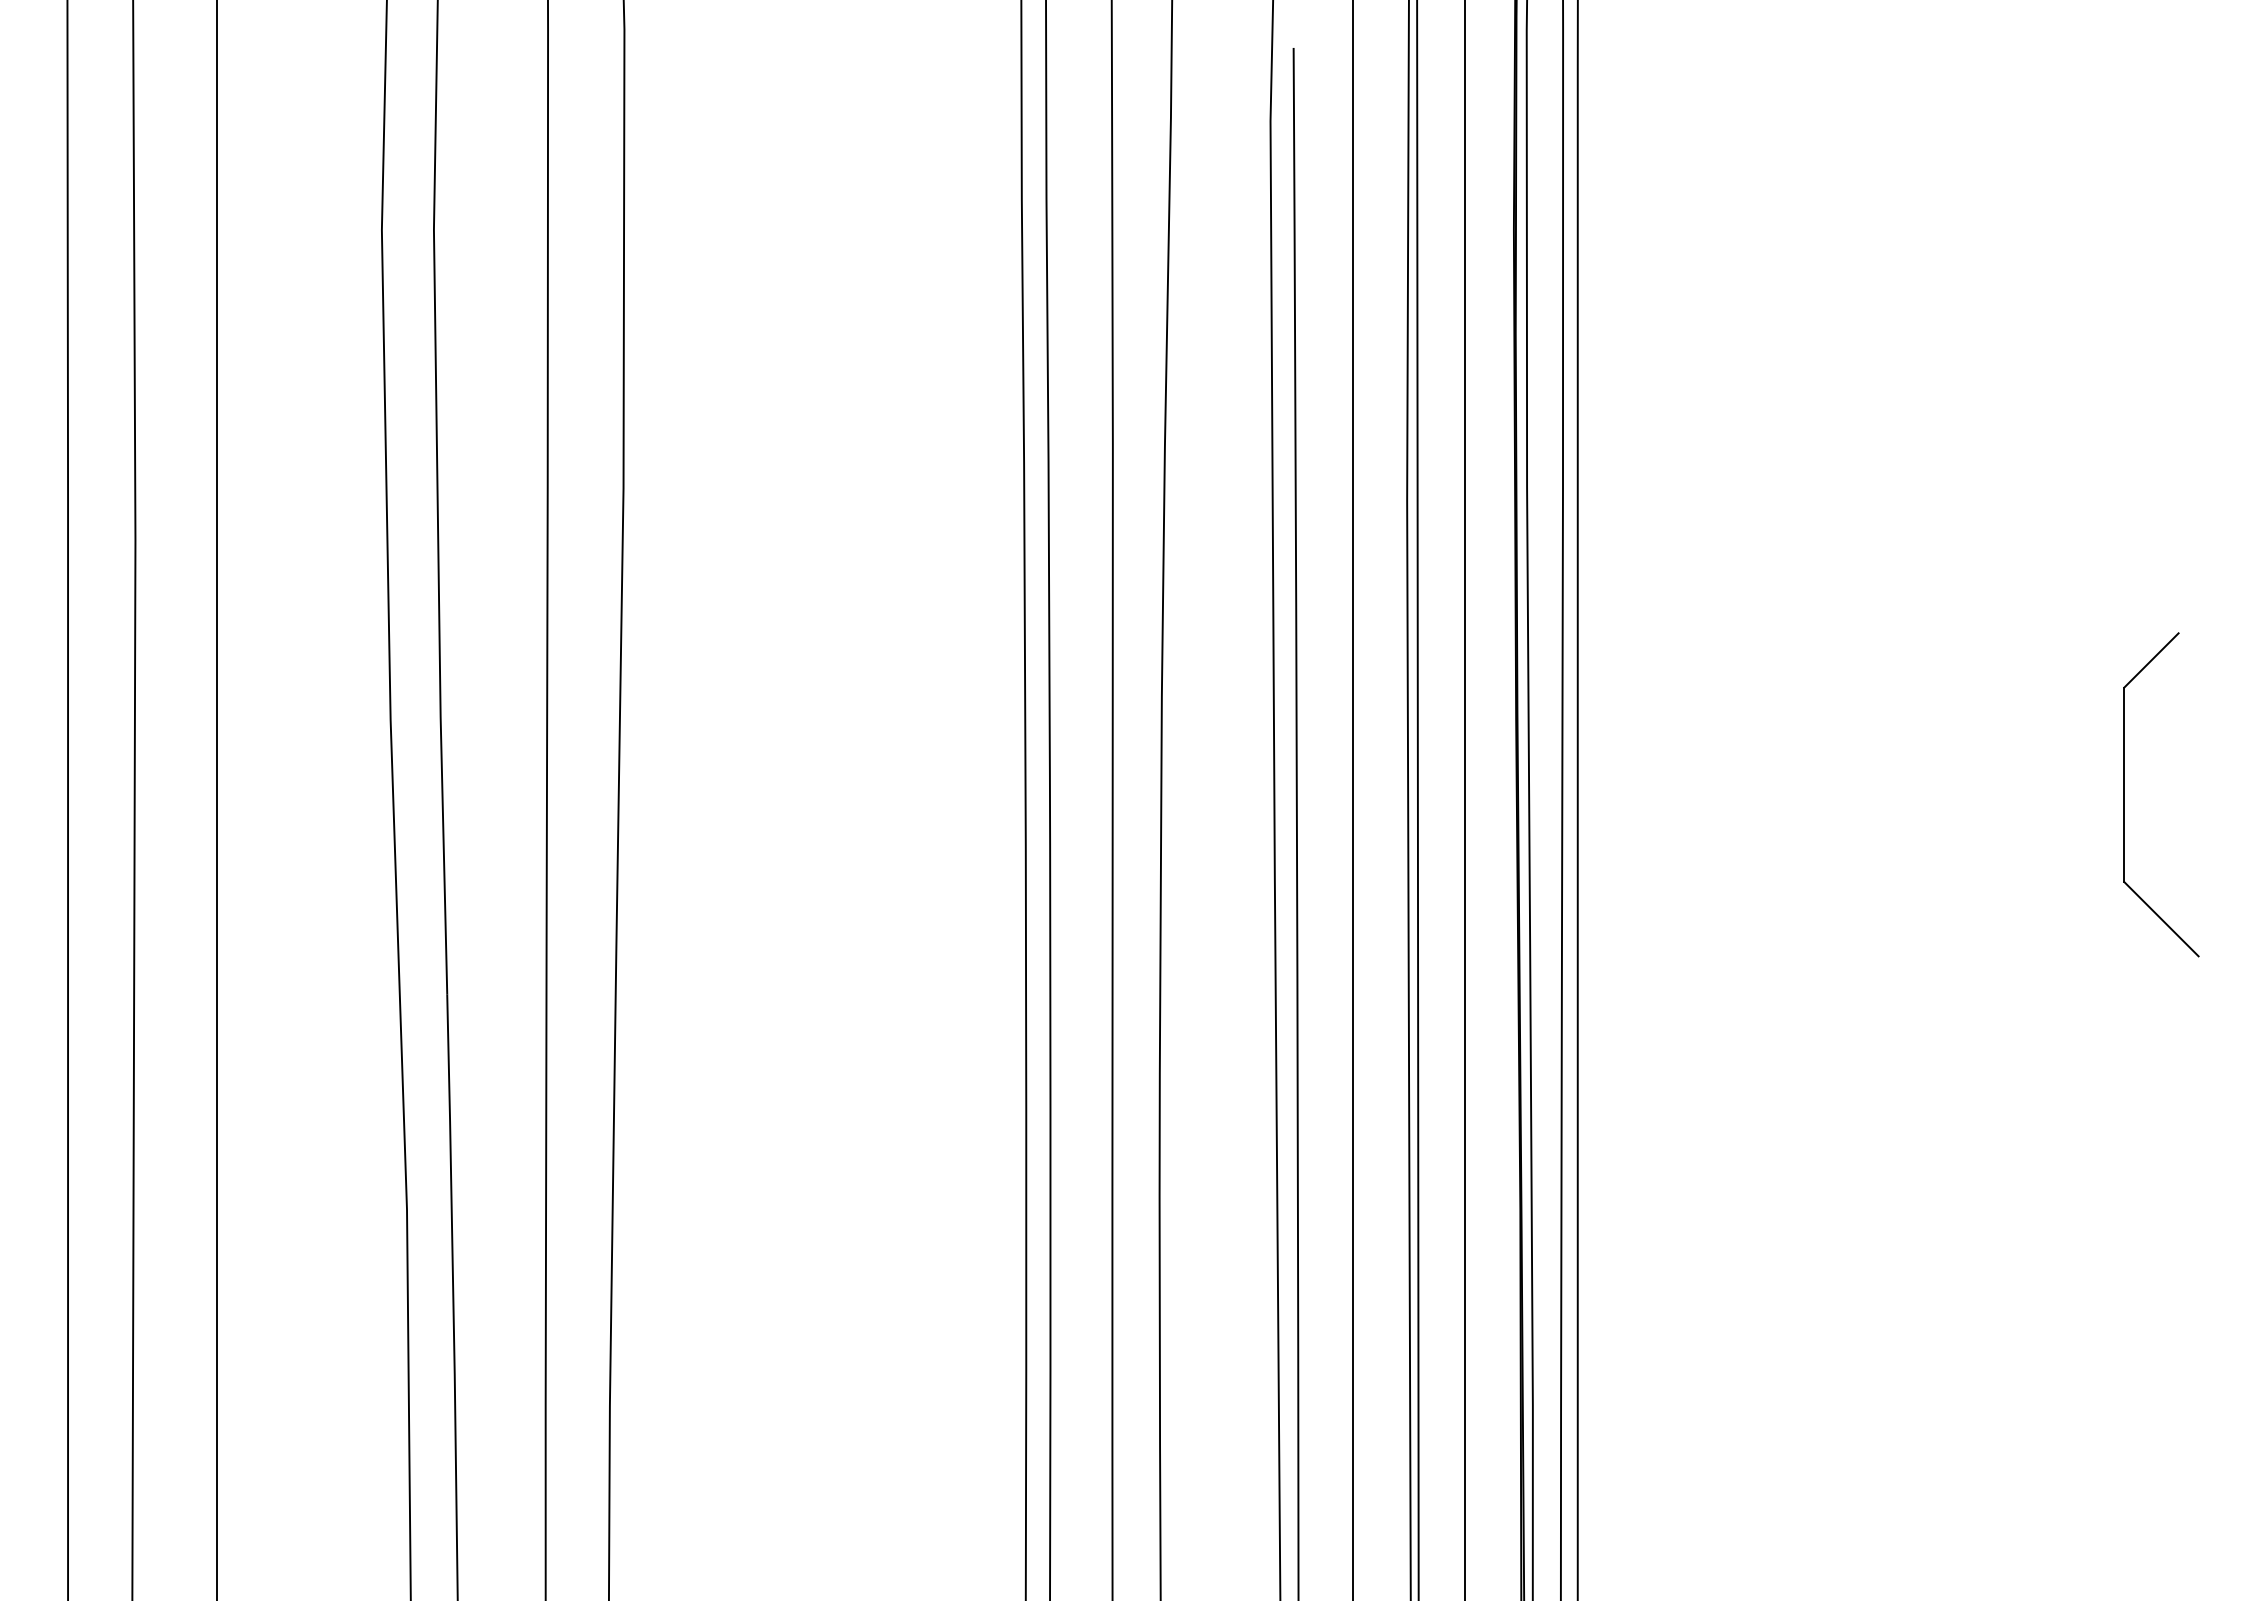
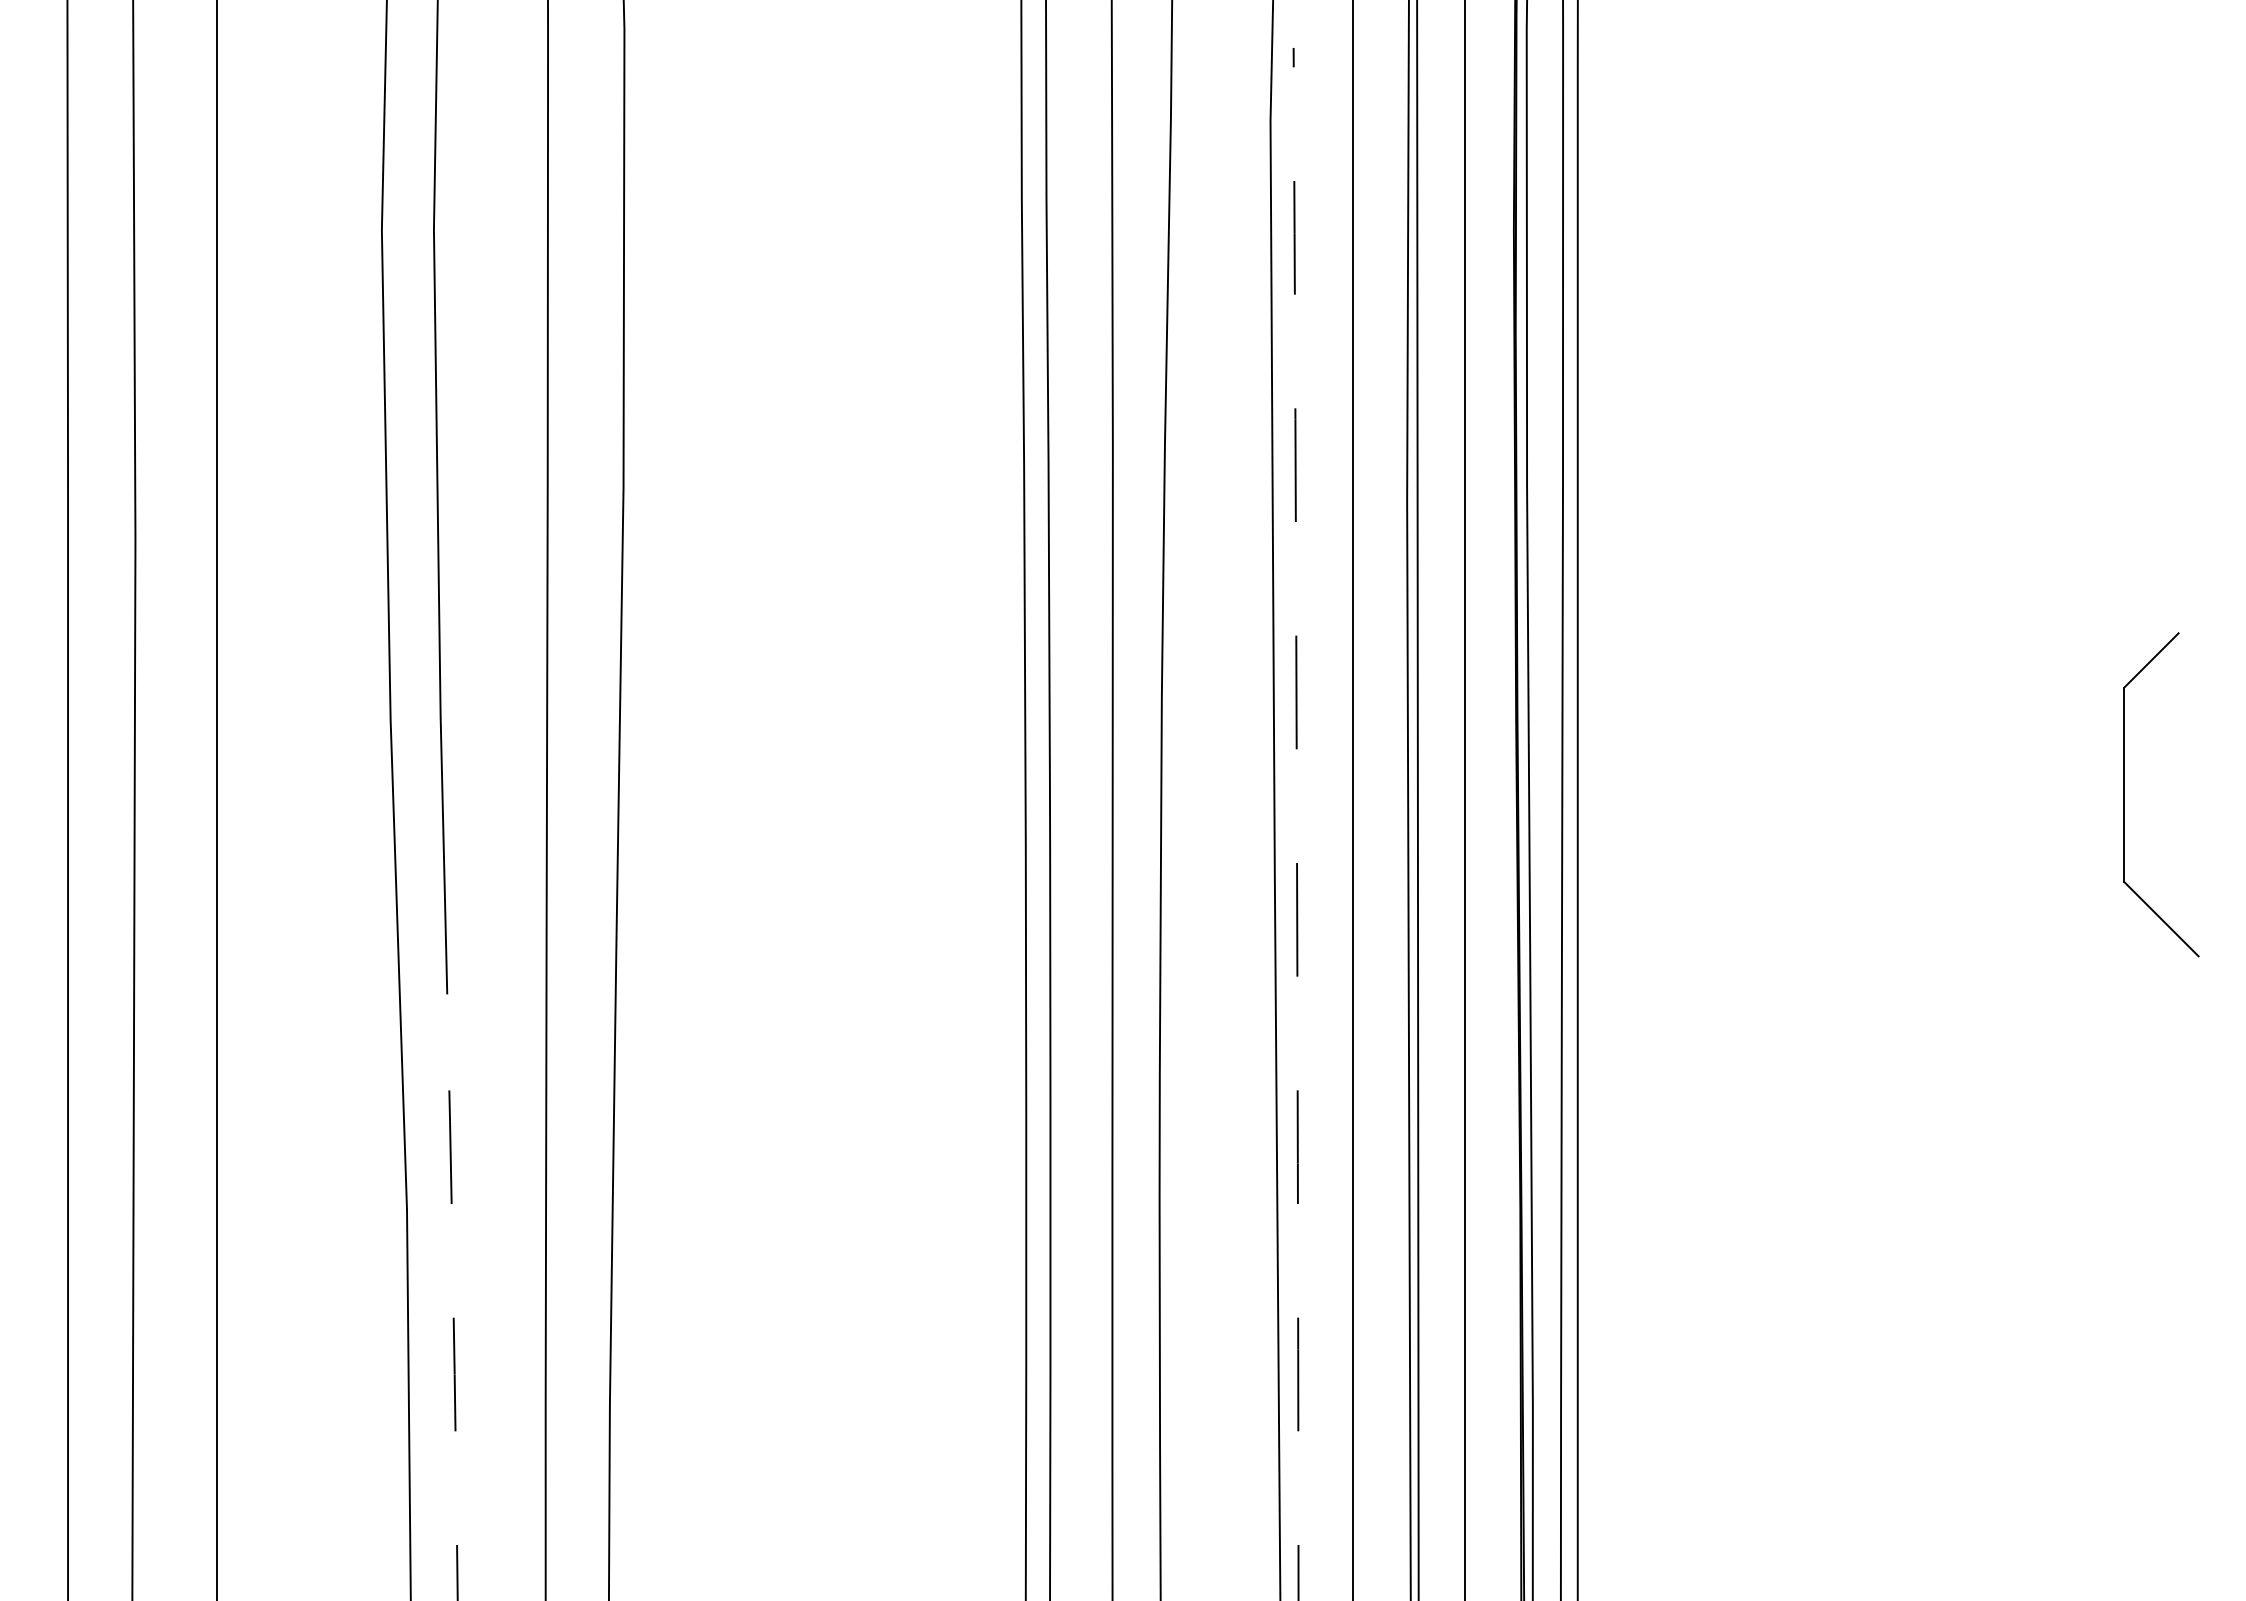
arc at (1296, 823): solid -> dashed
arc at (453, 1296): solid -> dashed
